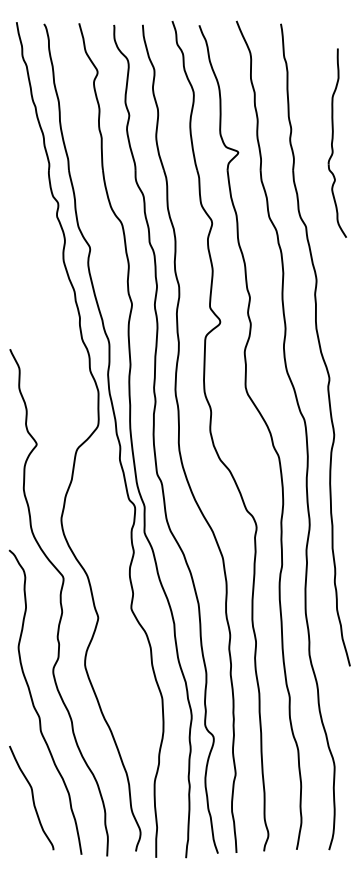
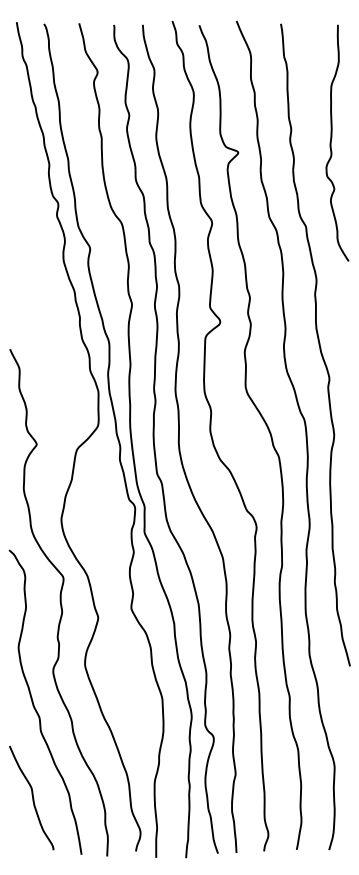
part at (336, 142) size: 20x190 px -> 25x238 px
